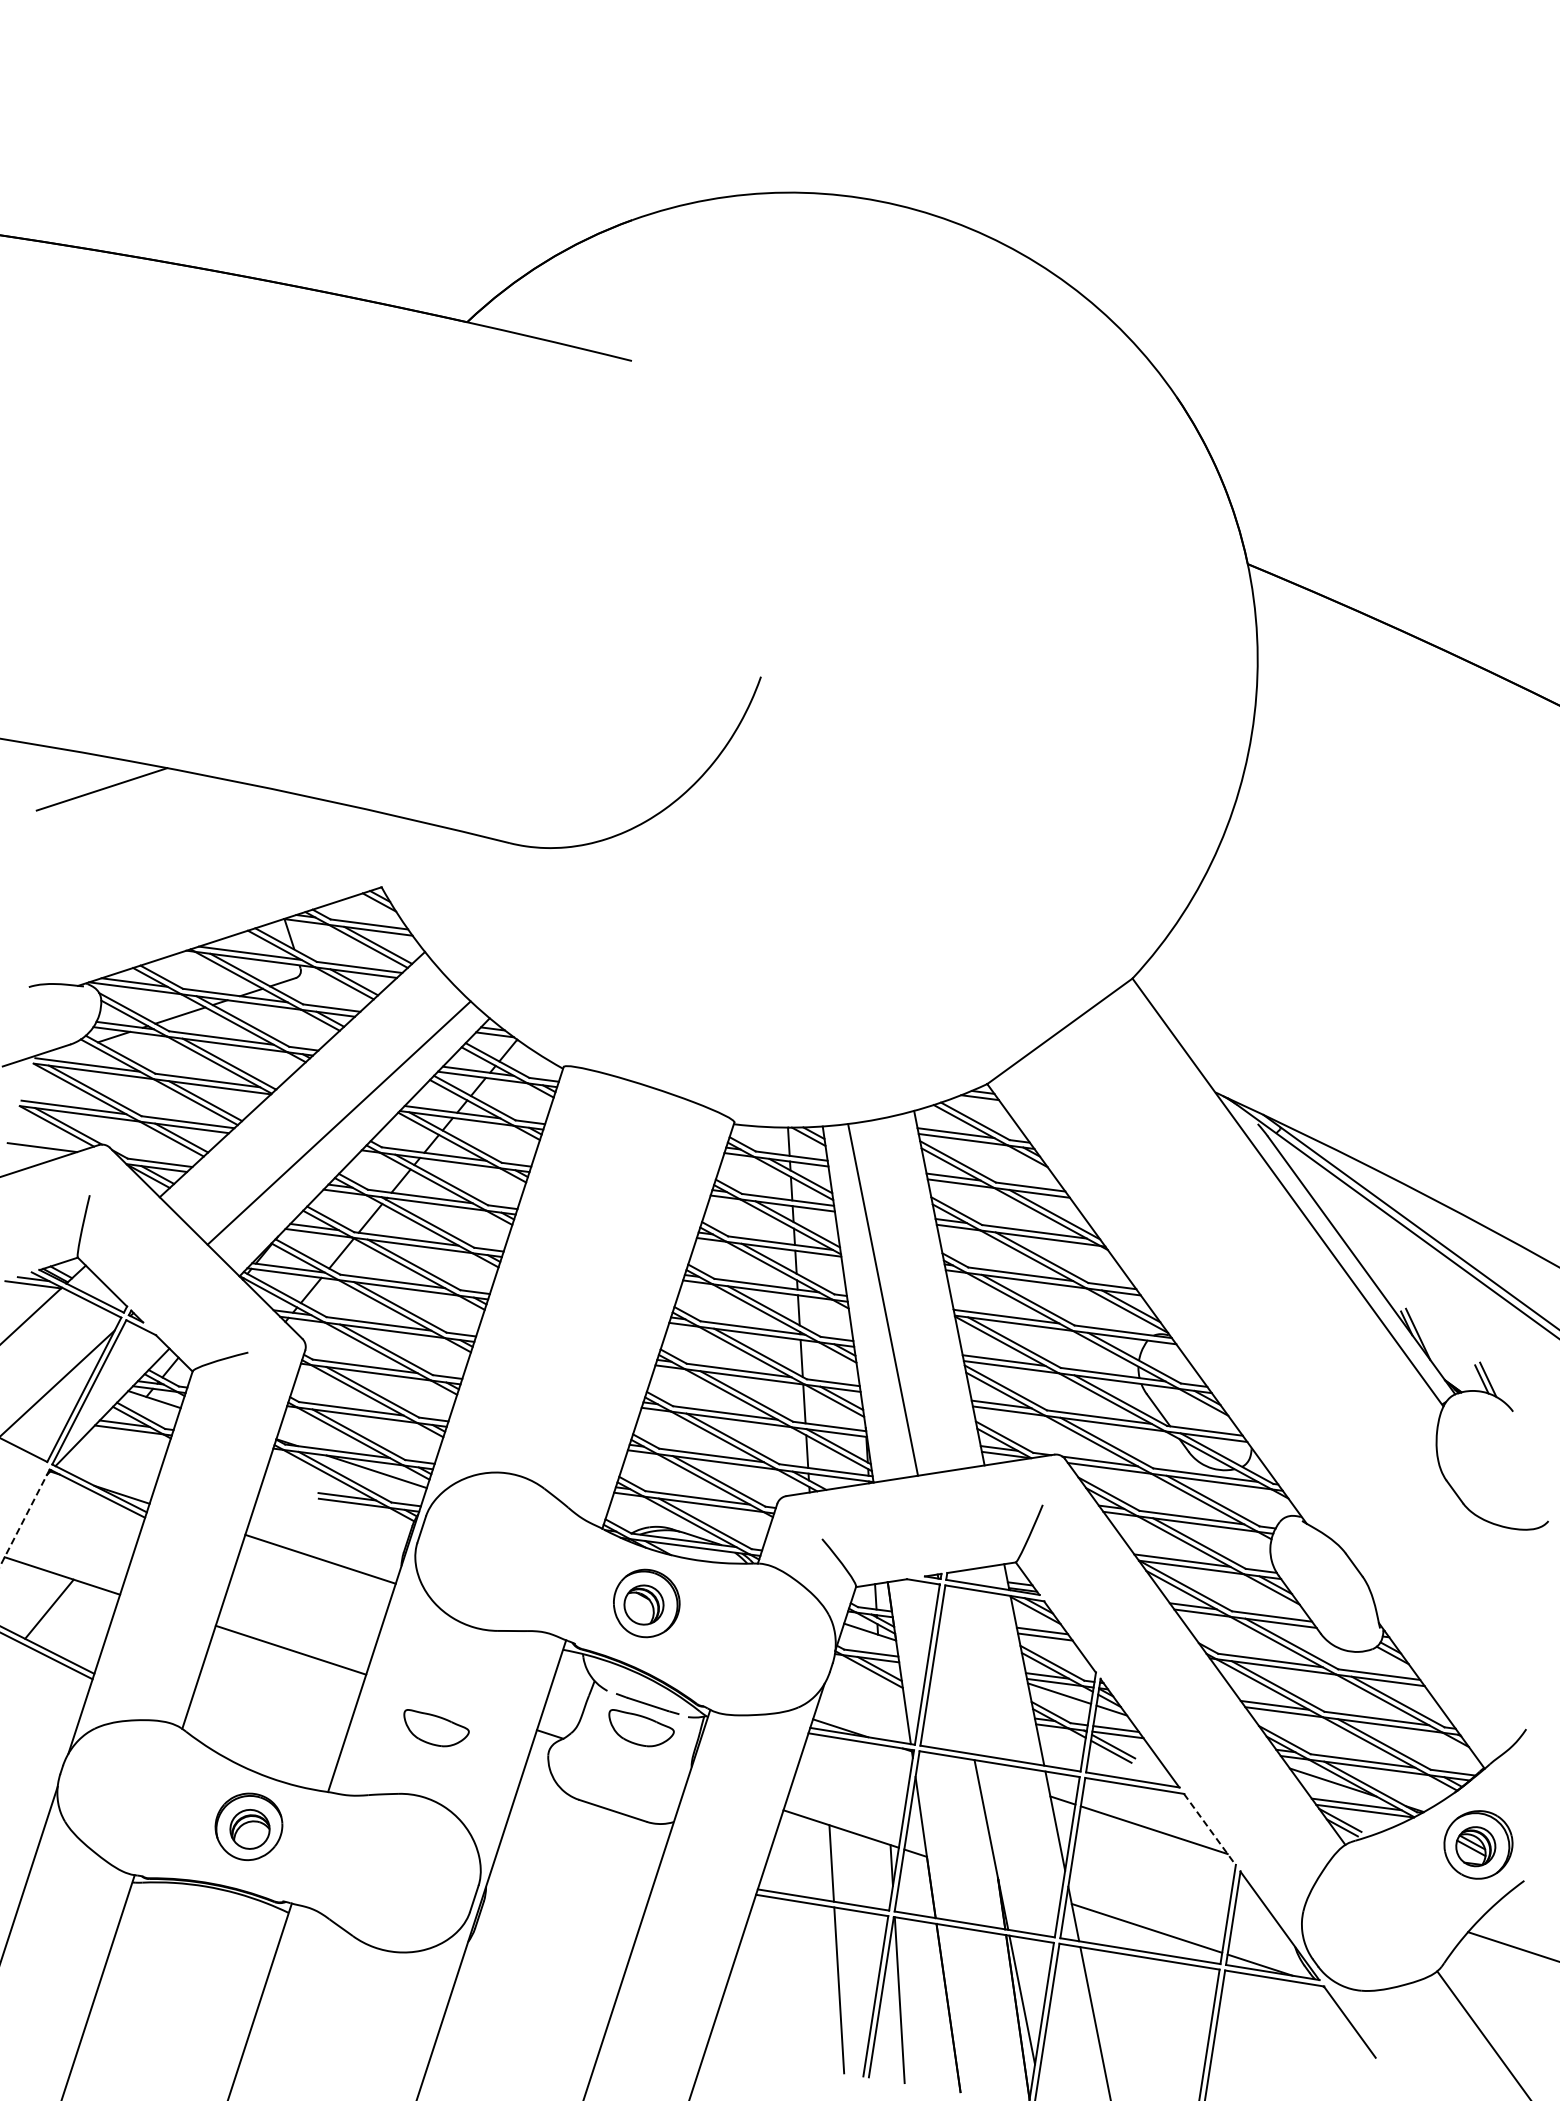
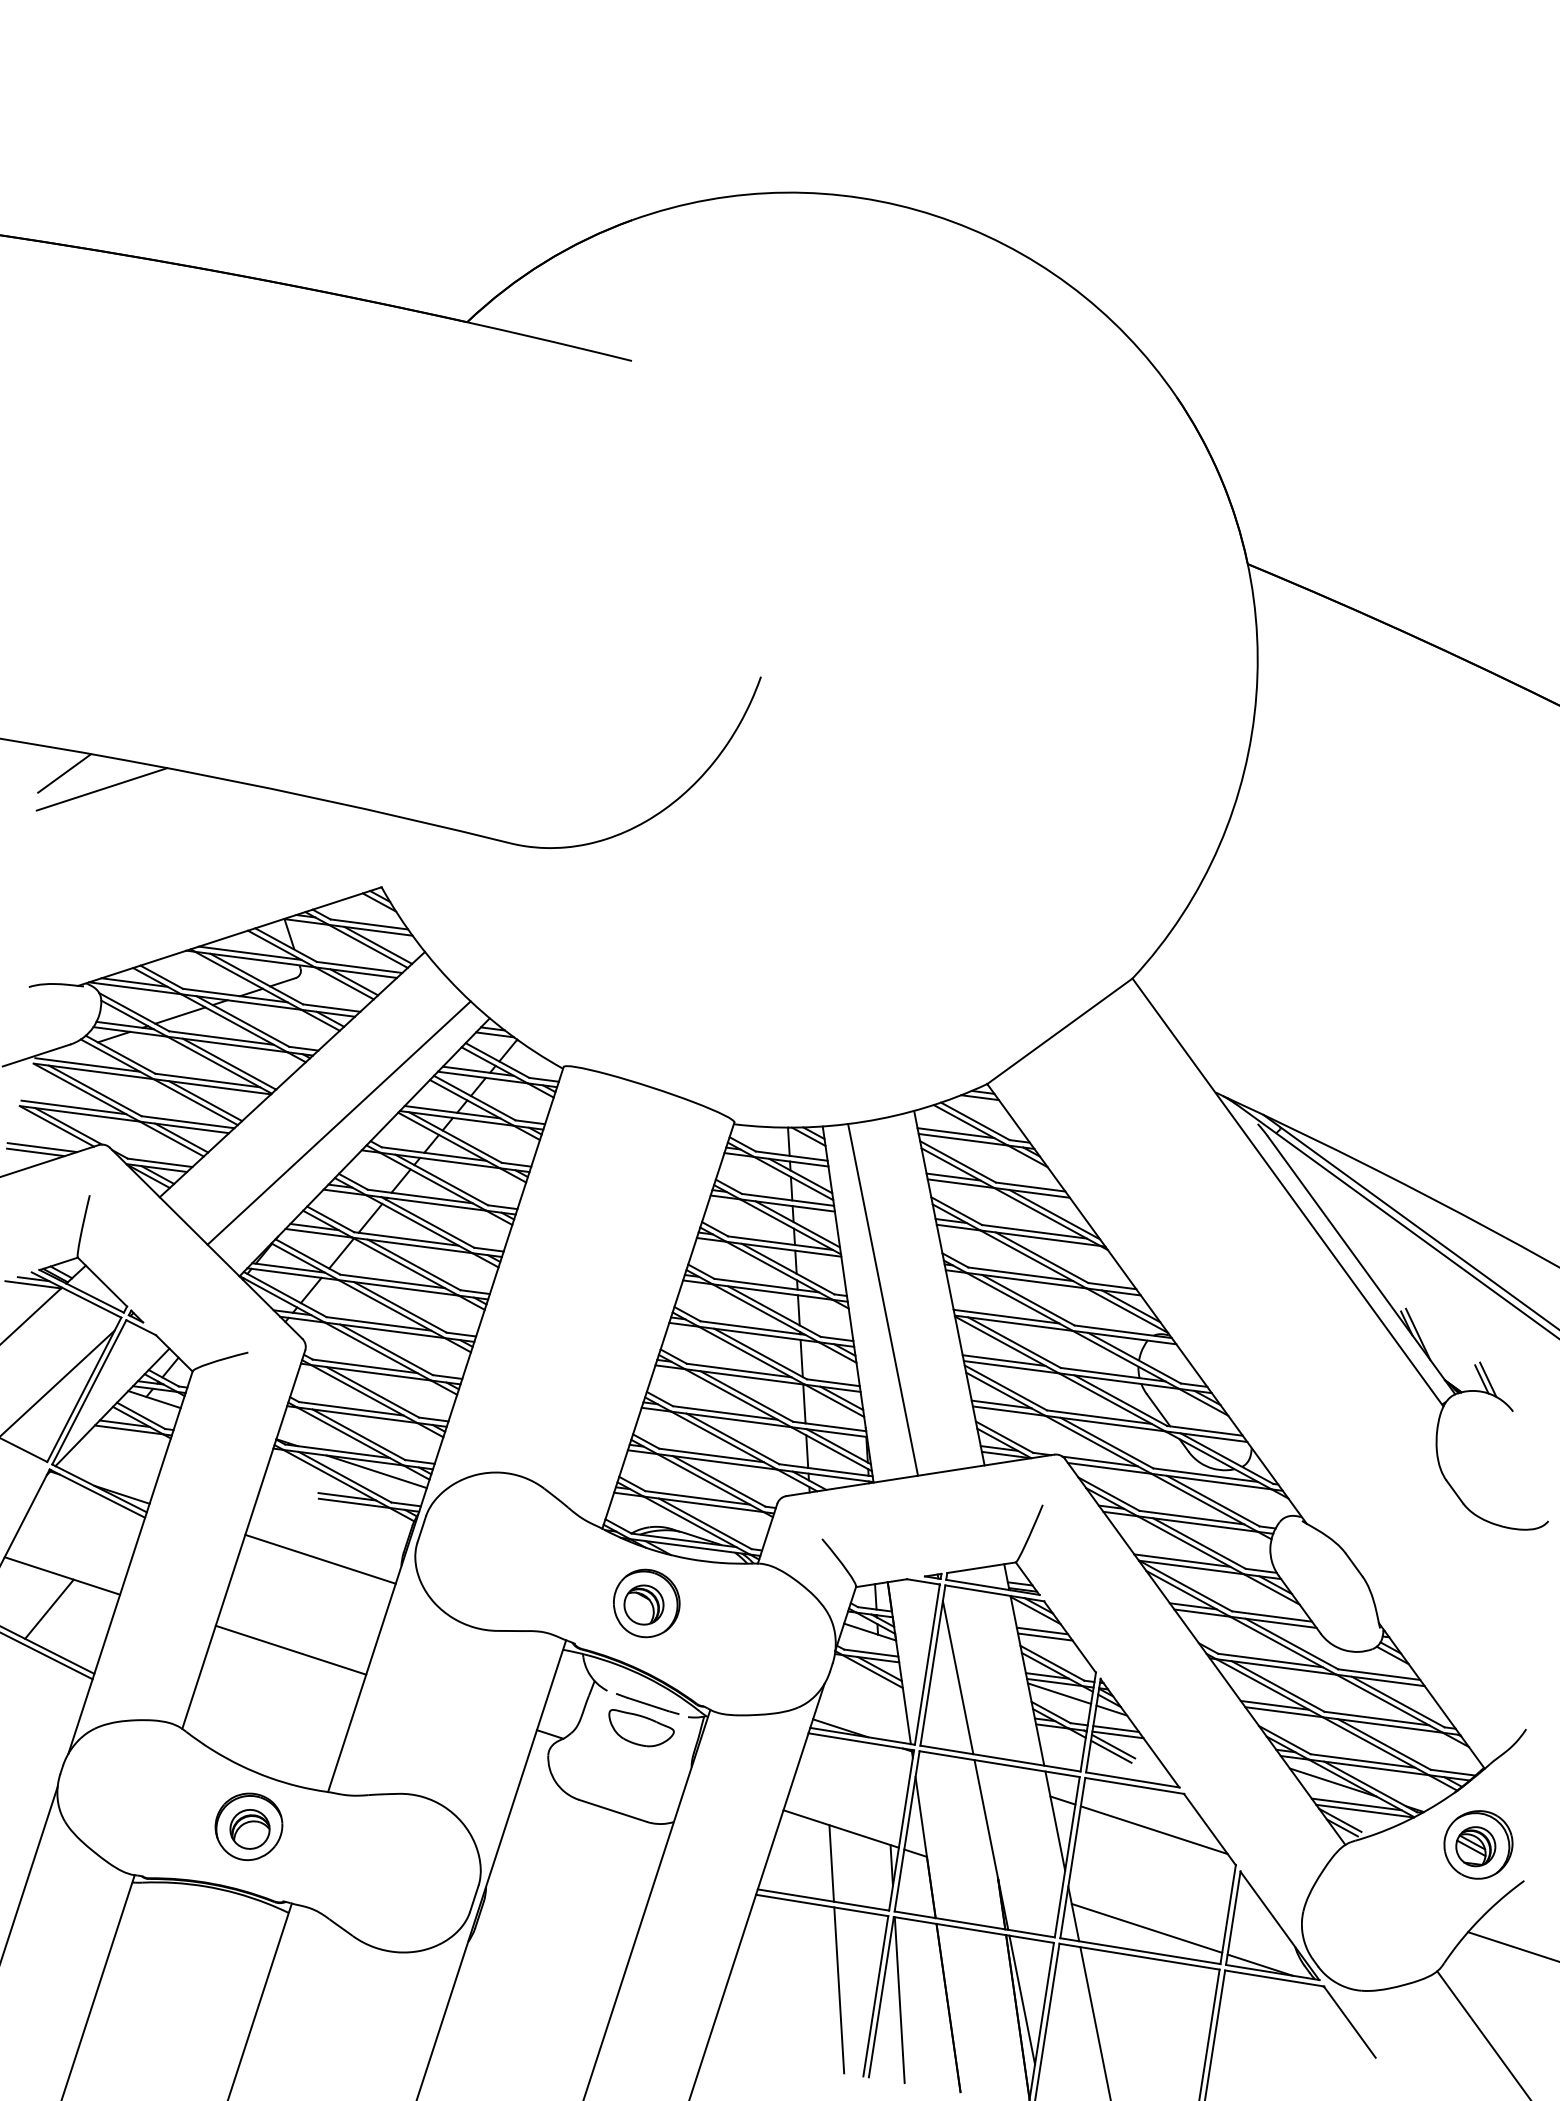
line at (64, 773): none -> present
line at (35, 1152): none -> present
line at (24, 1518): dashed -> solid
line at (957, 1677): none -> present
part at (436, 1728): present -> none
line at (1210, 1829): dashed -> solid
